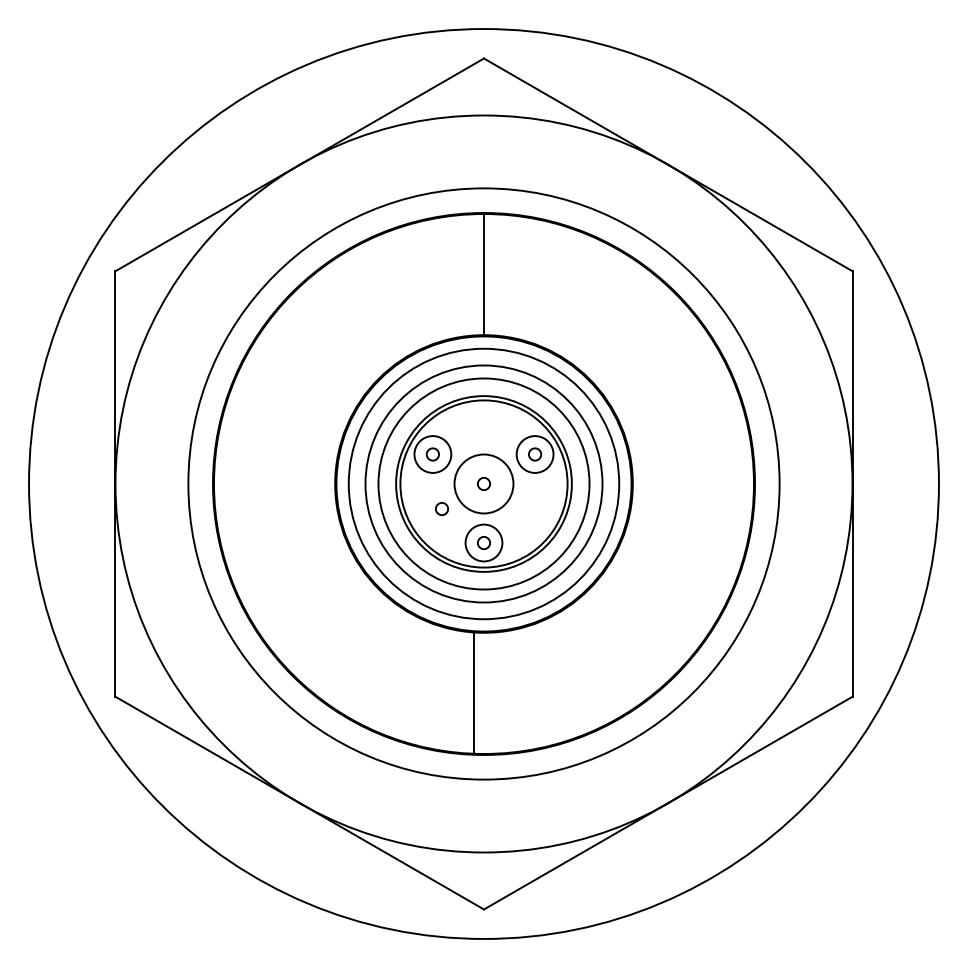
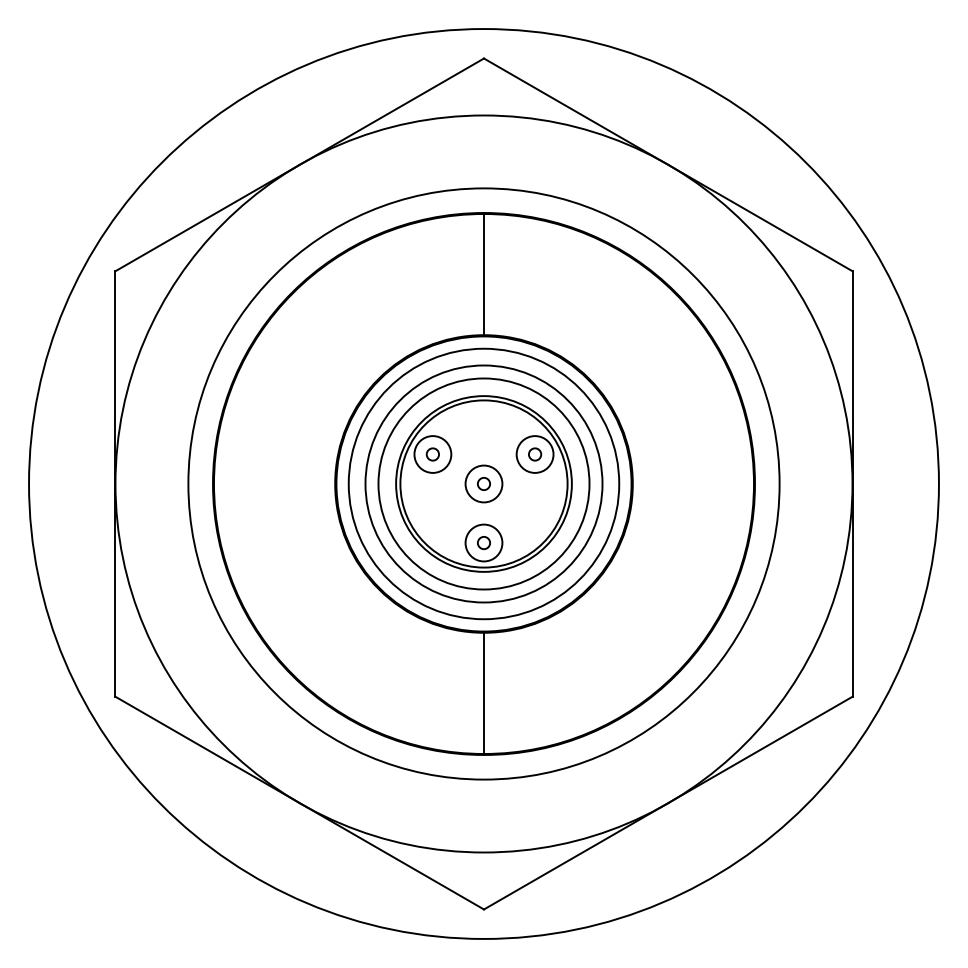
circle at (483, 483) diameter: 59 px -> 37 px
circle at (441, 508): present -> none
line at (474, 692) position: (474, 692) -> (484, 692)
